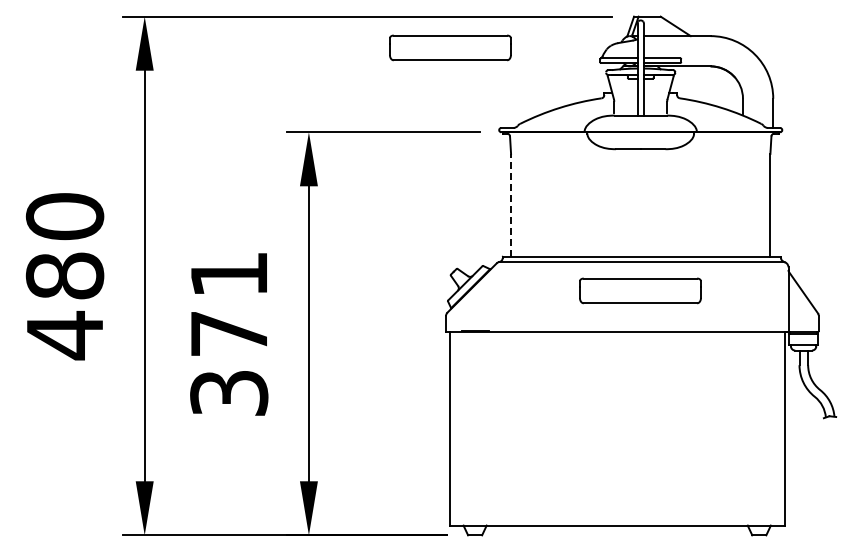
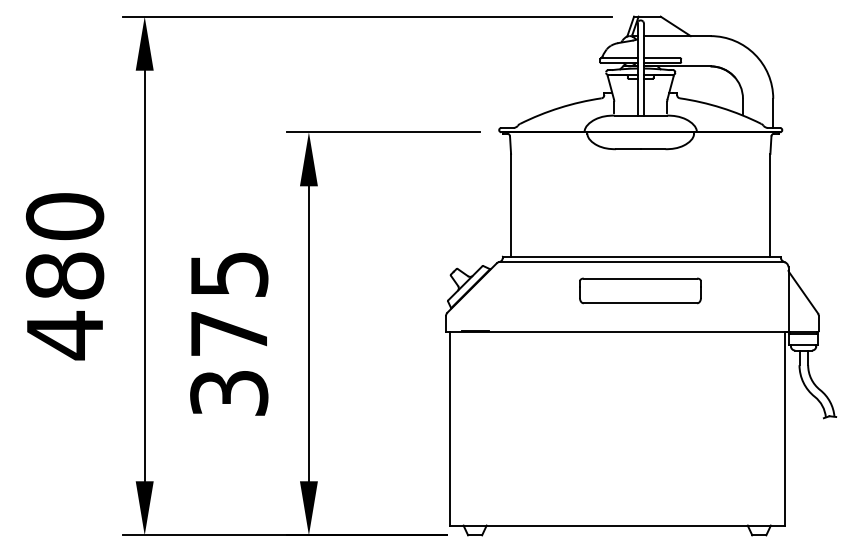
part at (450, 47): present -> none
line at (511, 204): dashed -> solid
text at (229, 274): 371 -> 375
